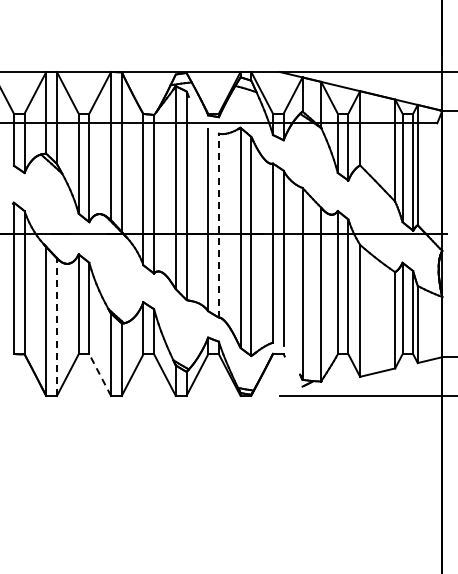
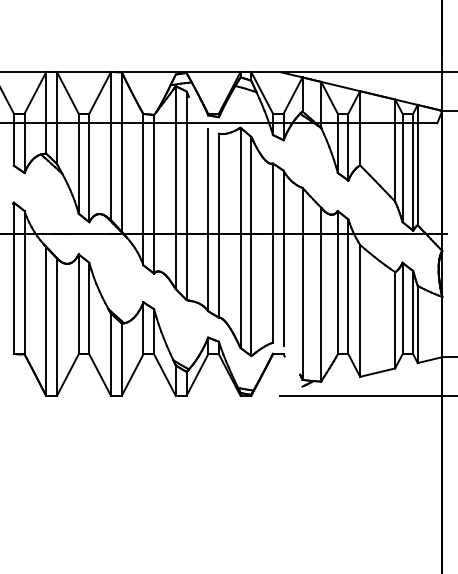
line at (218, 225): dashed -> solid
line at (56, 327): dashed -> solid
line at (99, 374): dashed -> solid
